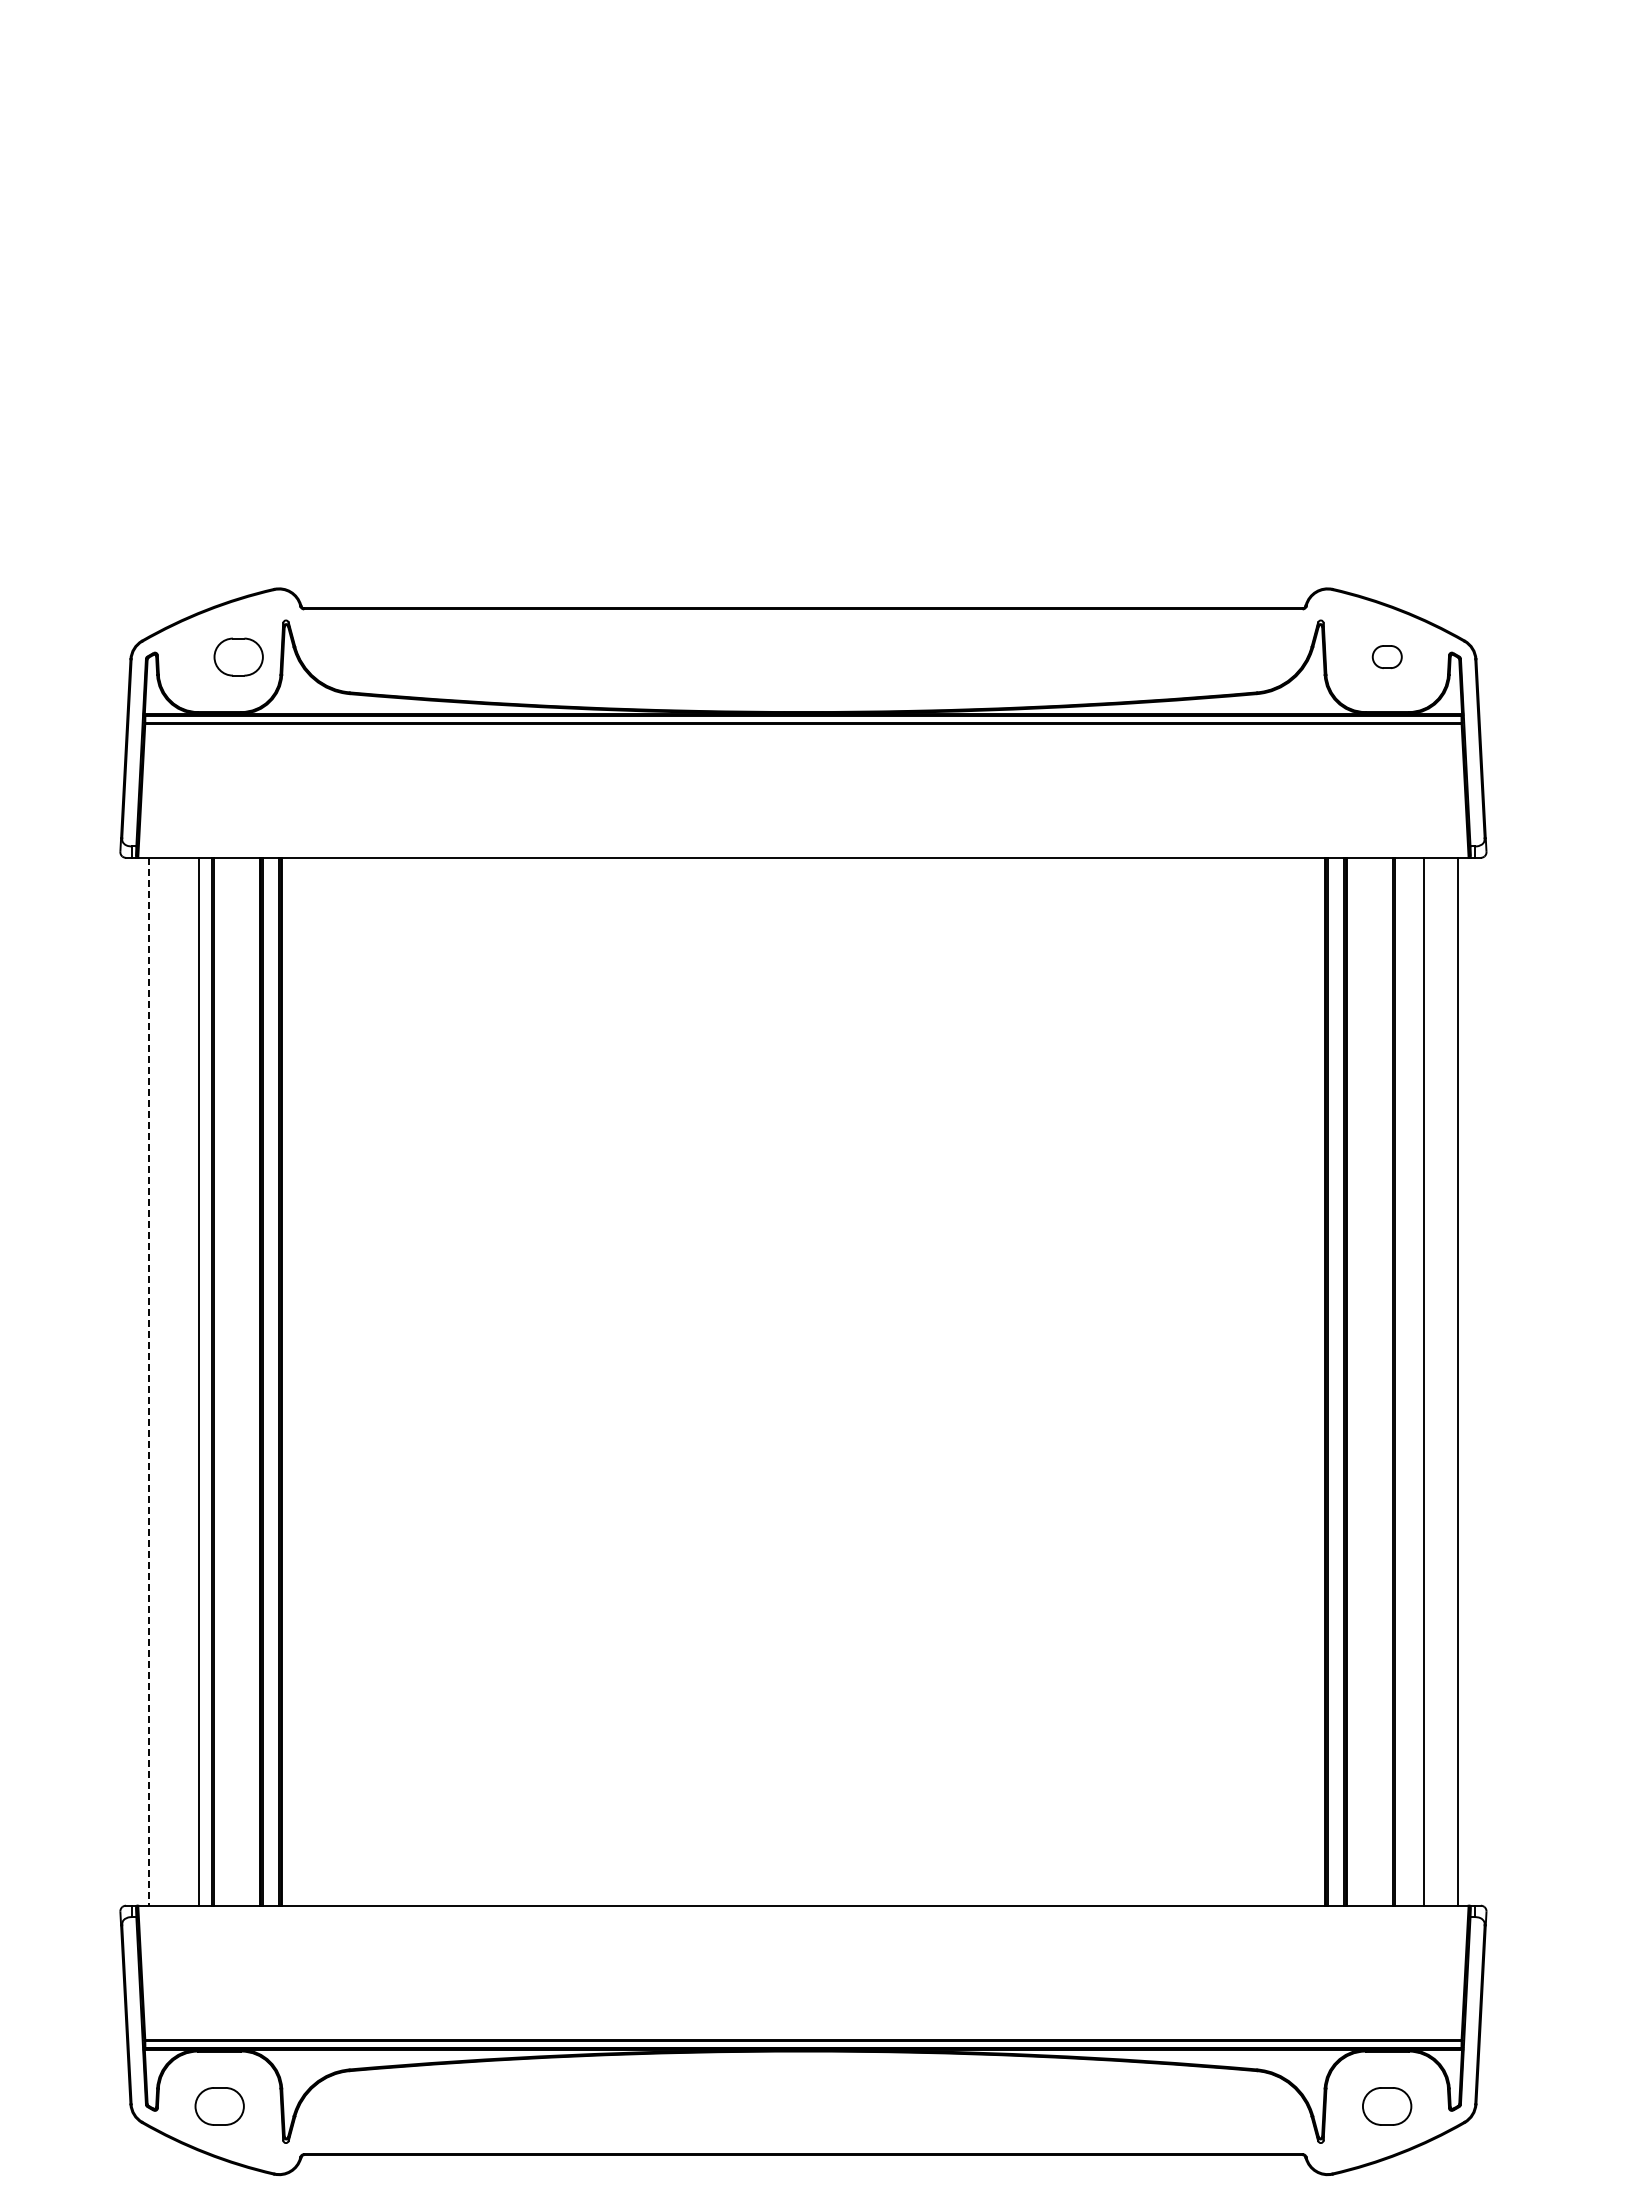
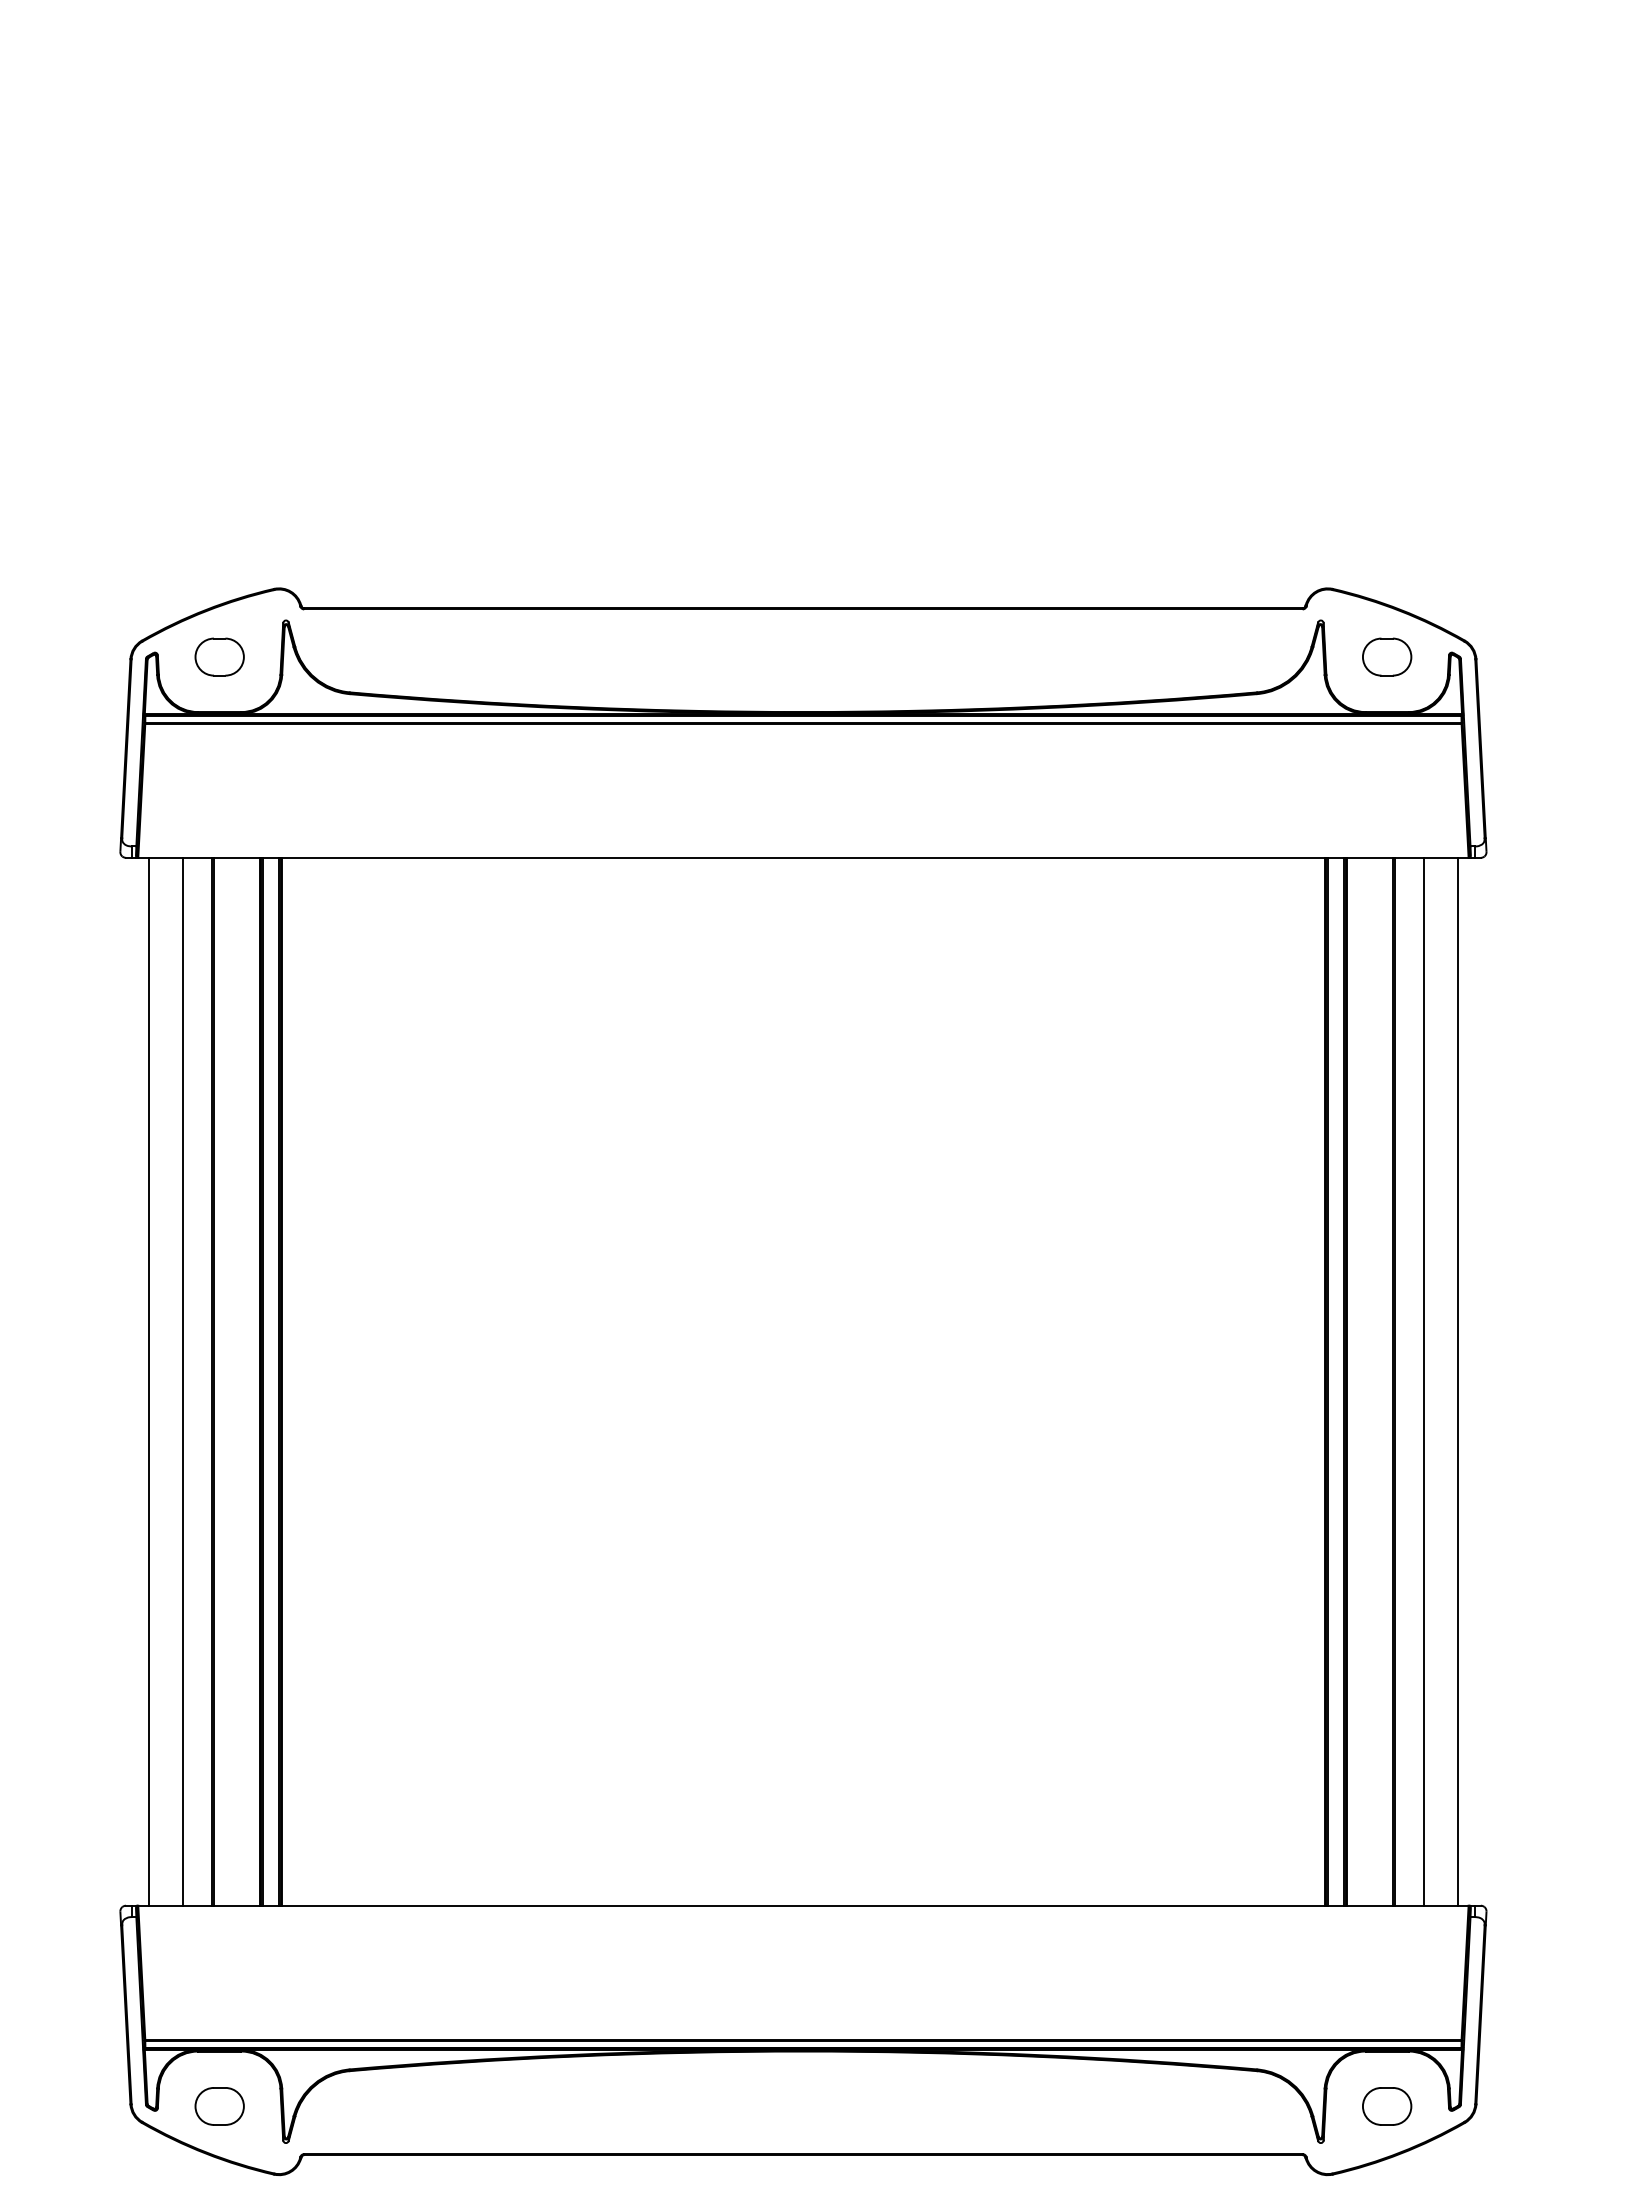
part at (238, 656) position: (238, 656) -> (219, 656)
part at (1386, 656) size: 32x24 px -> 51x40 px
line at (148, 1381): dashed -> solid
line at (198, 1381) position: (198, 1381) -> (182, 1381)
